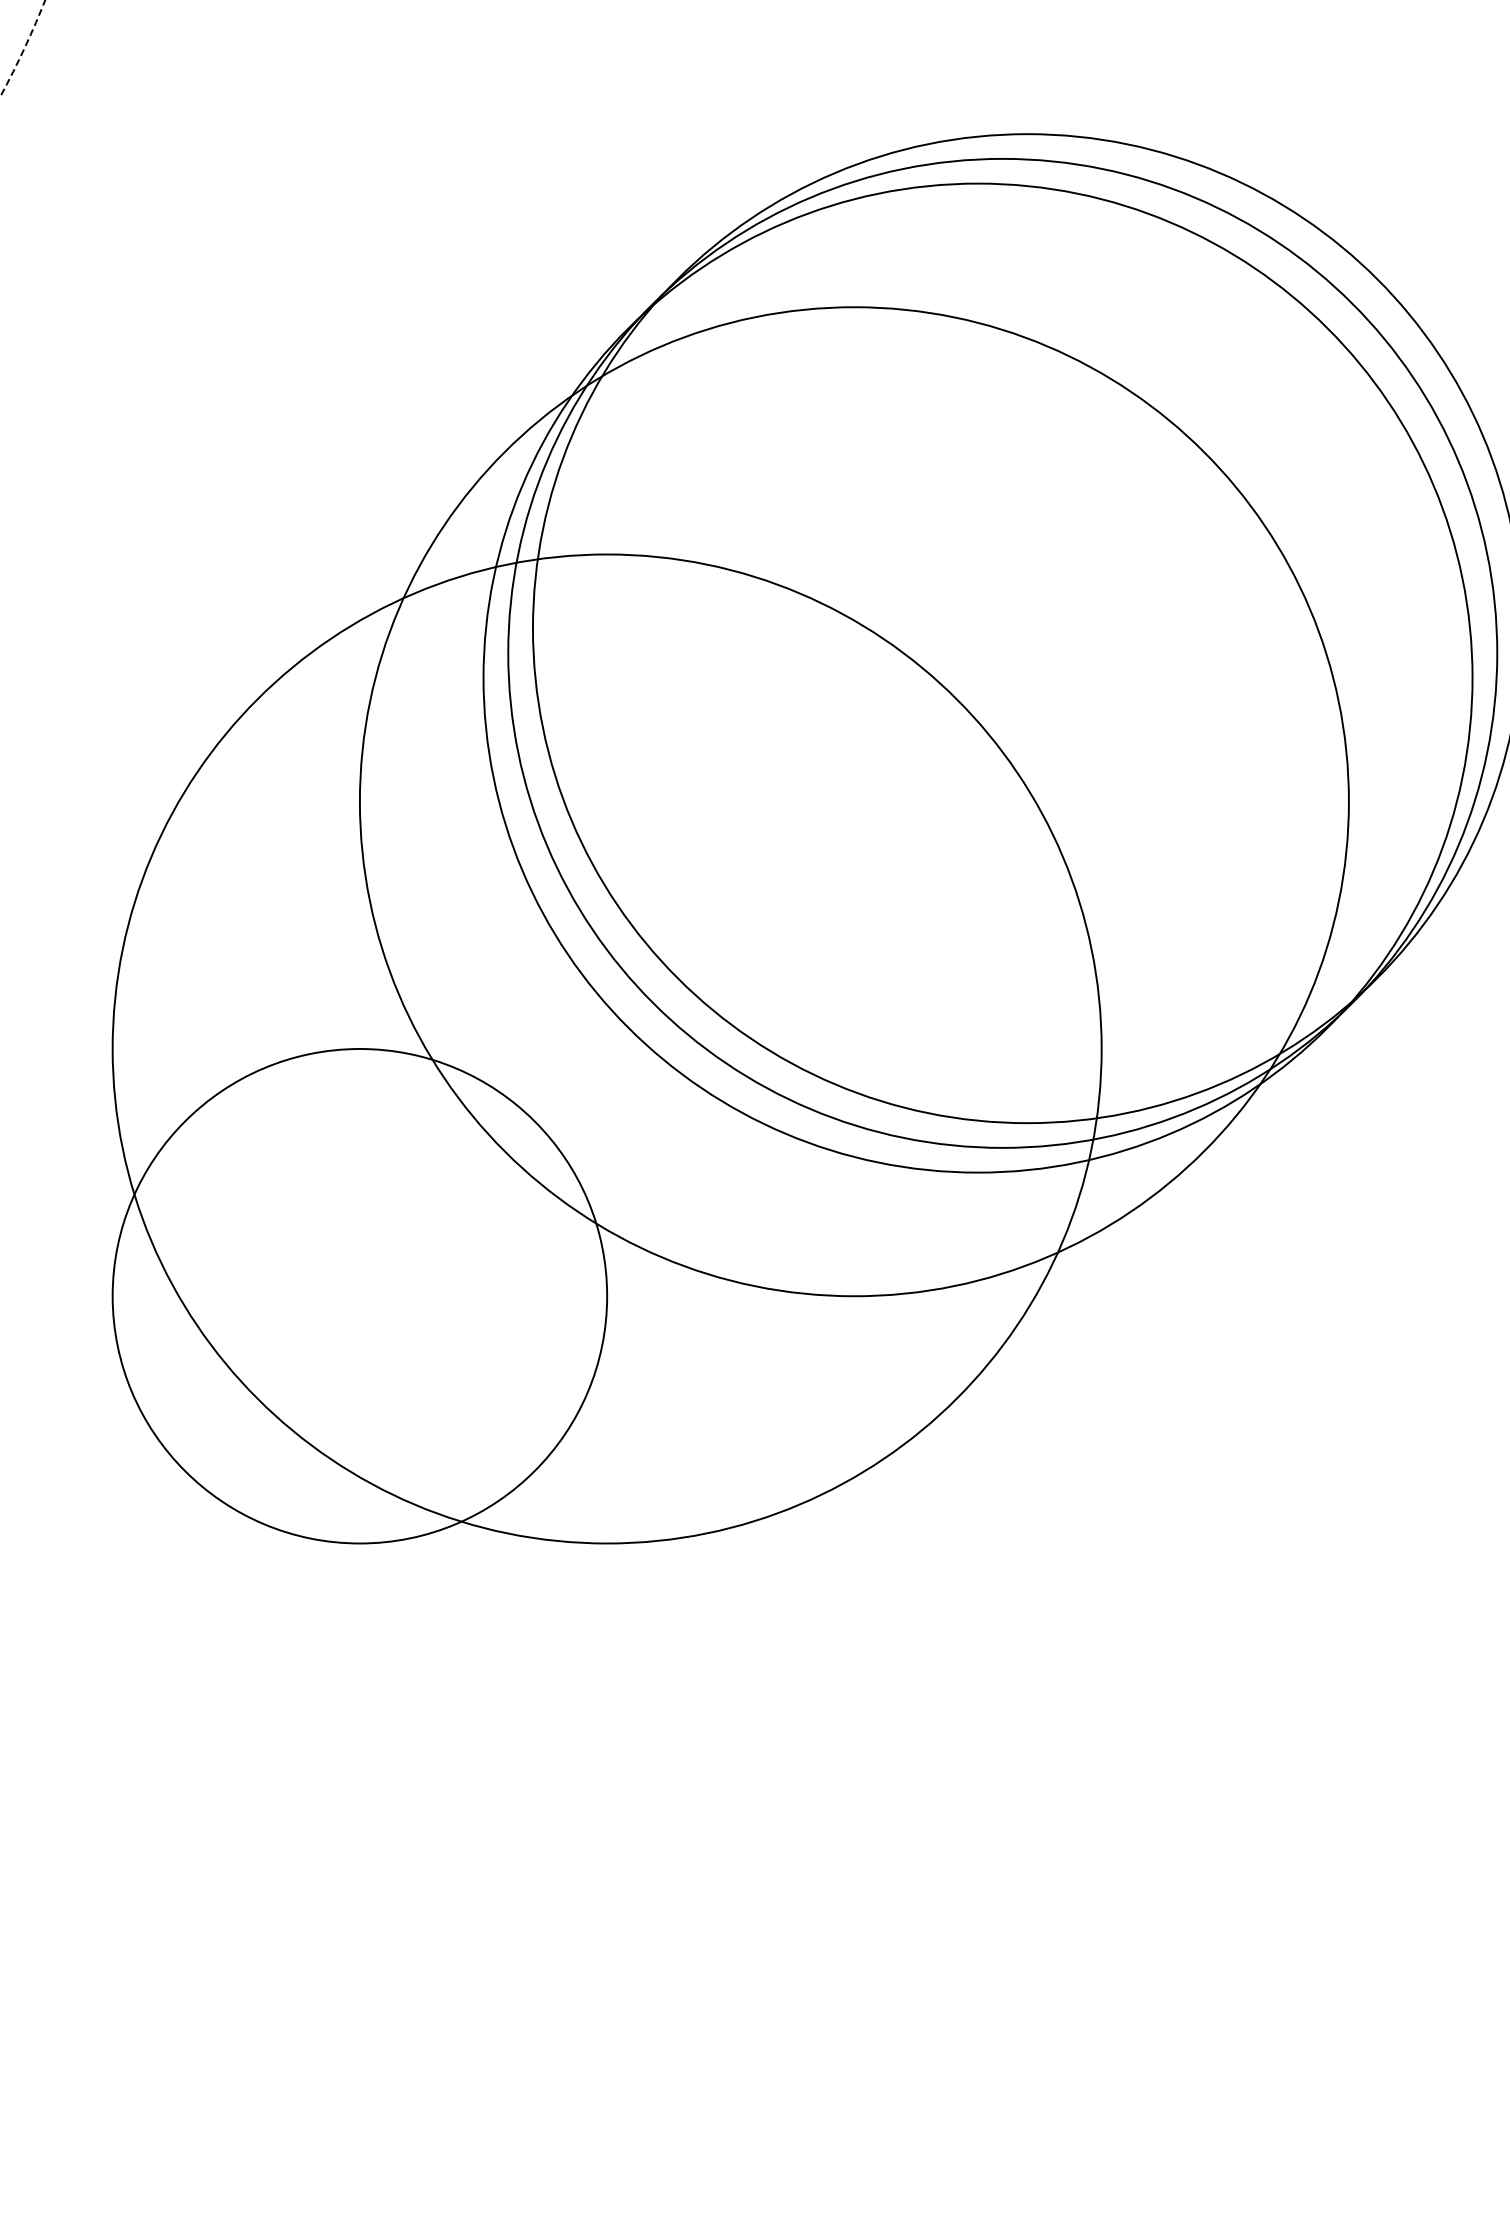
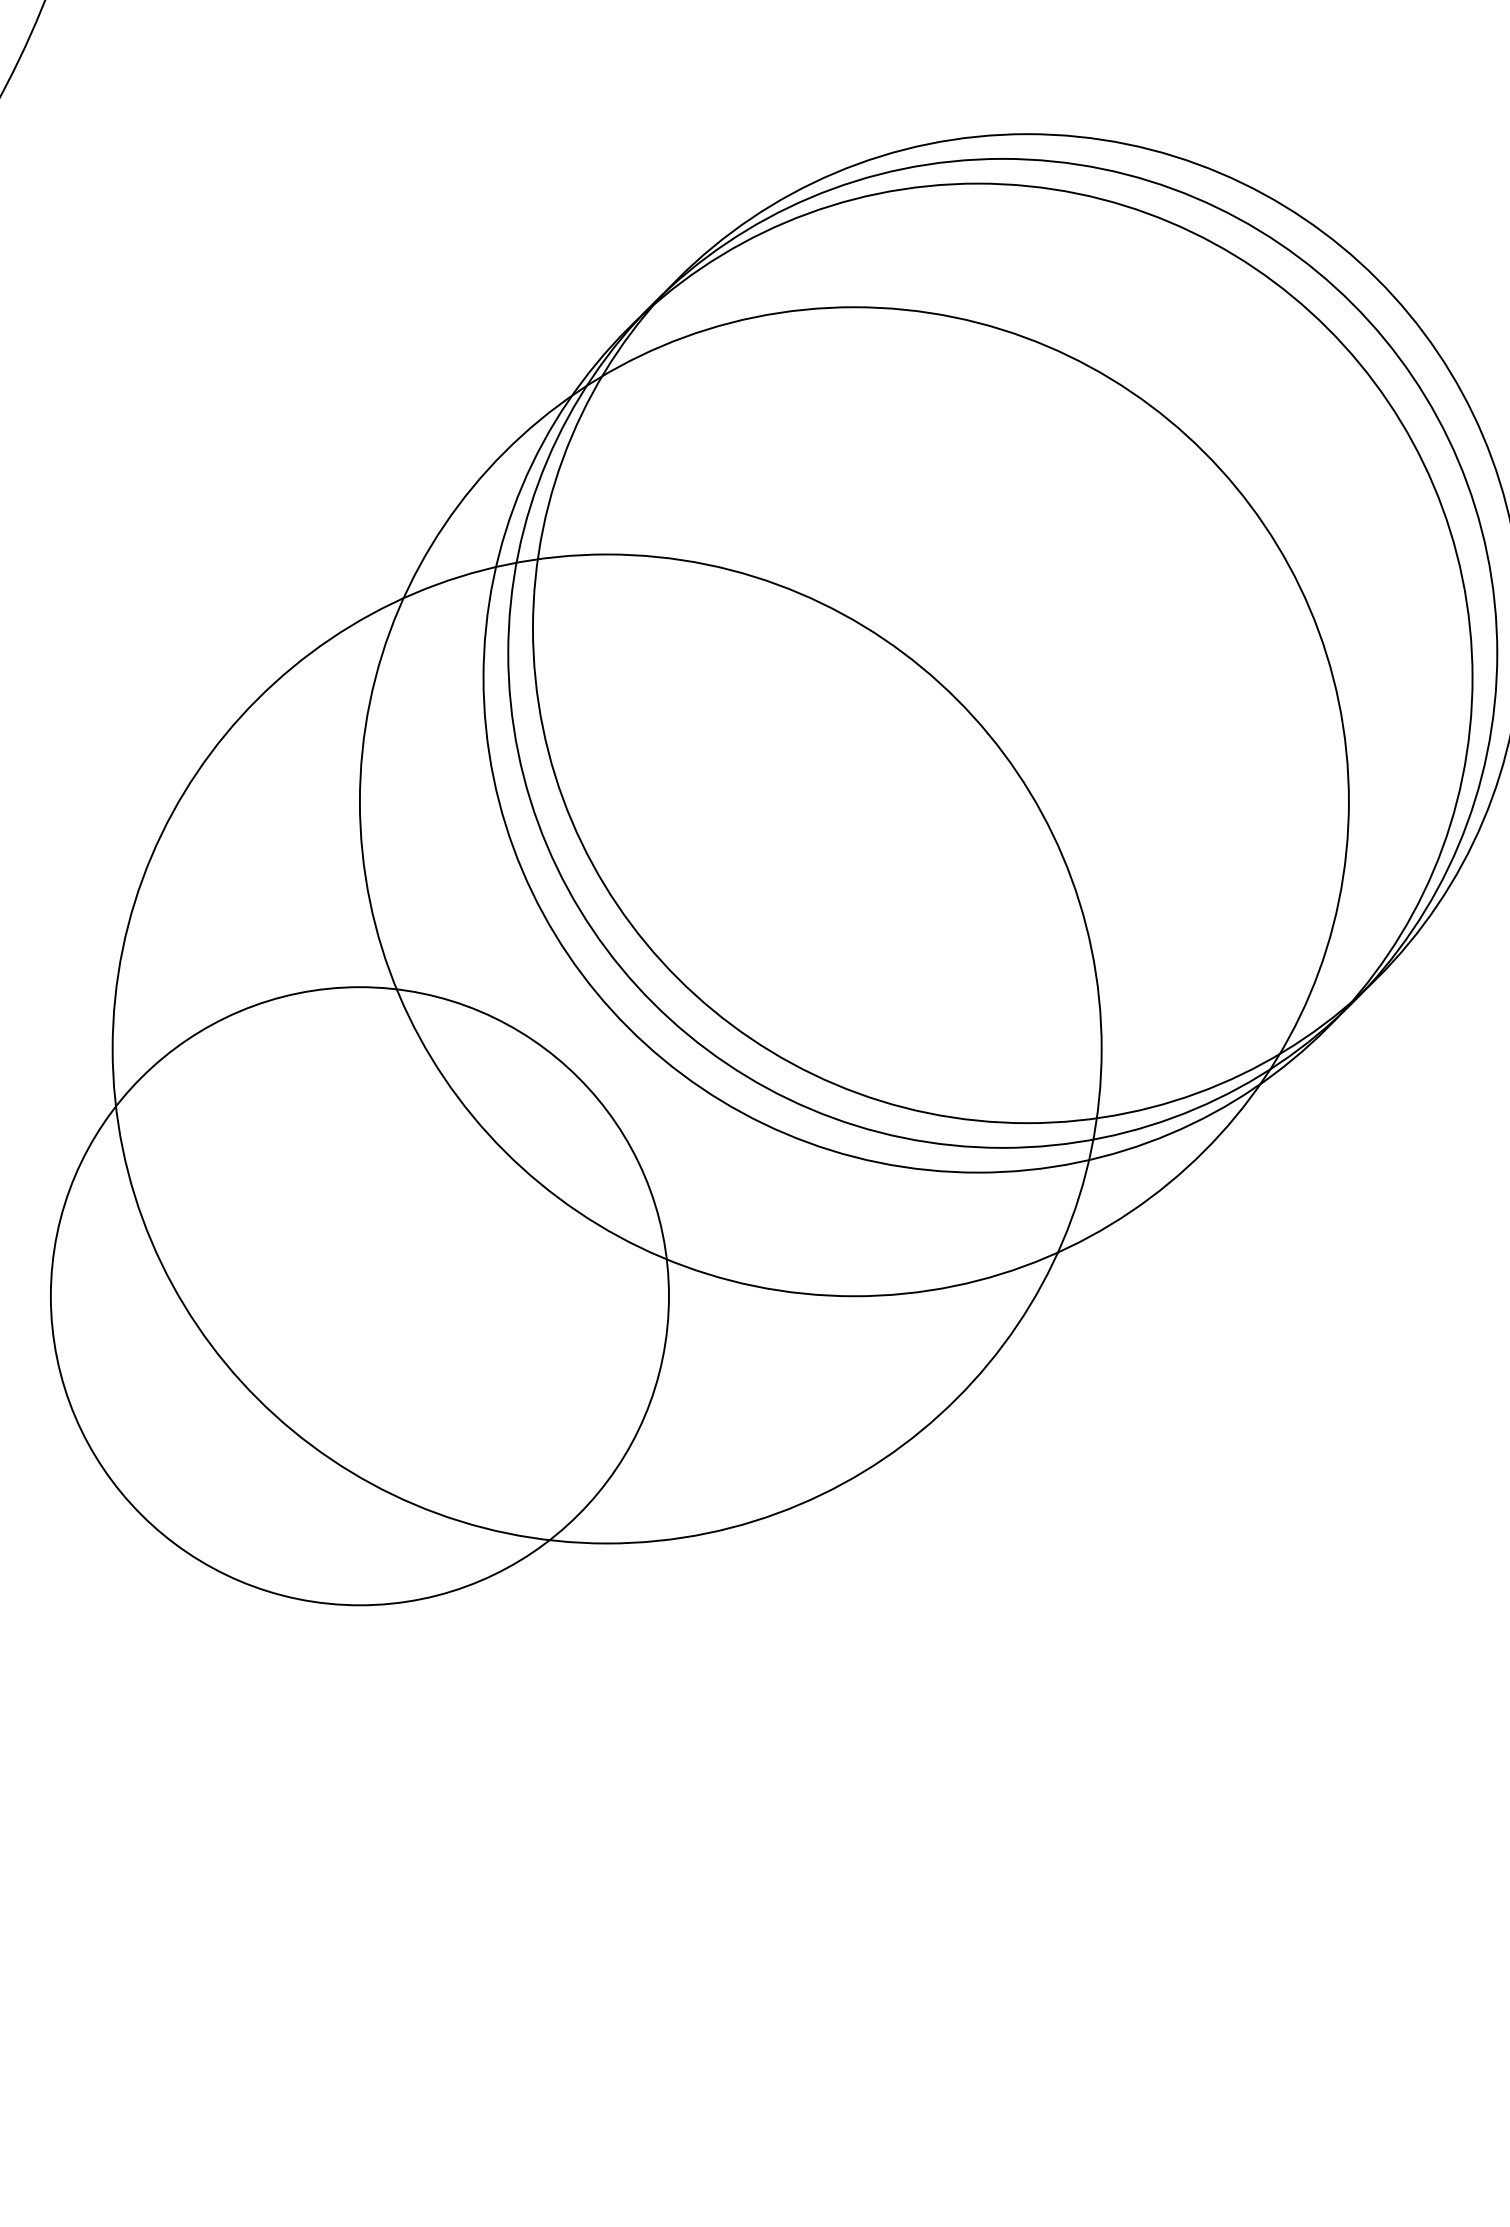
arc at (24, 48): dashed -> solid
circle at (359, 1295) diameter: 494 px -> 618 px
